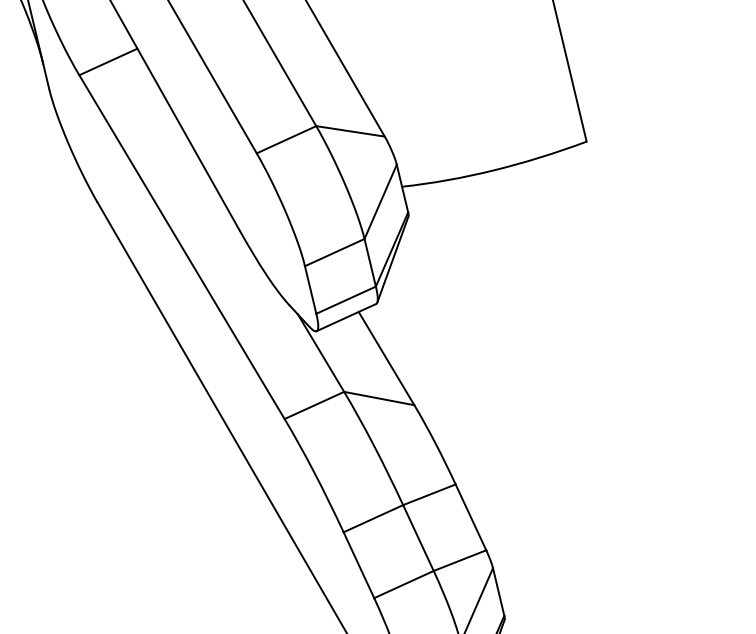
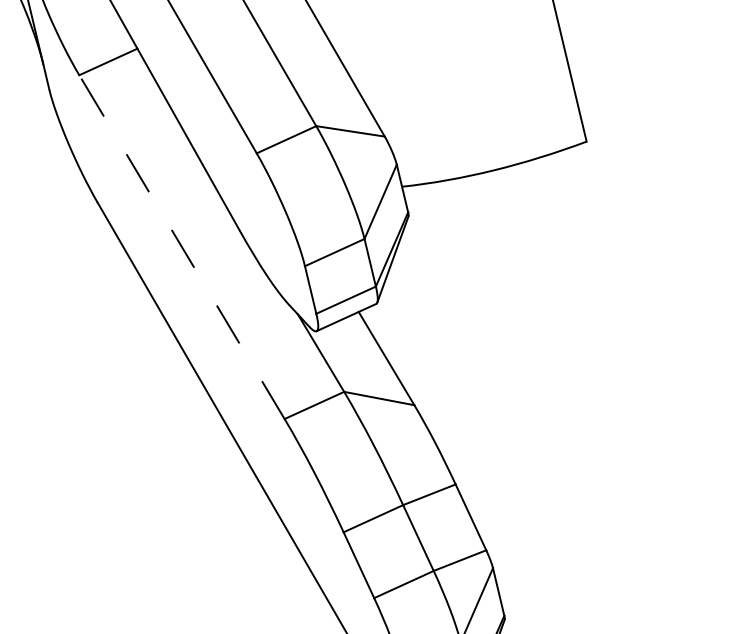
line at (181, 246): solid -> dashed
